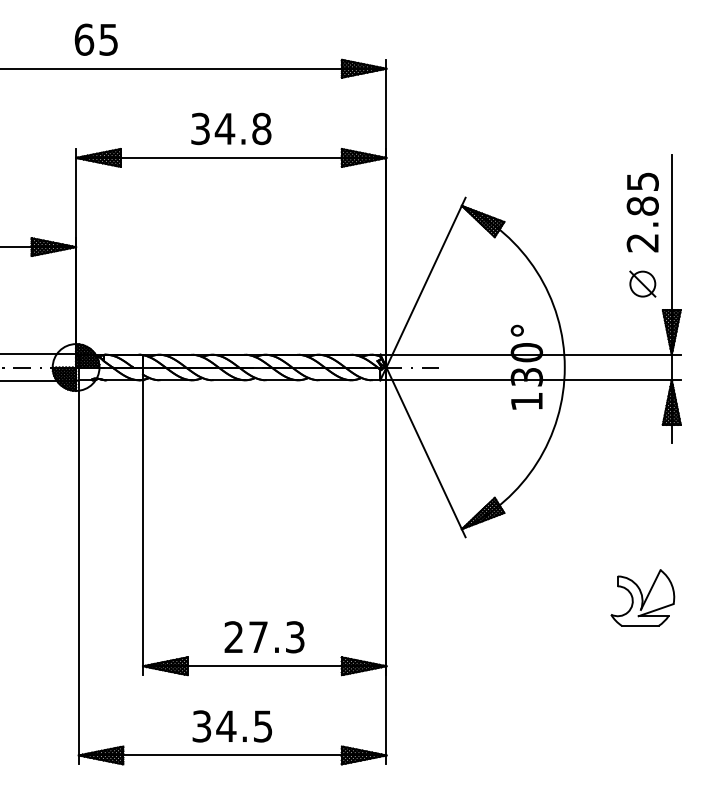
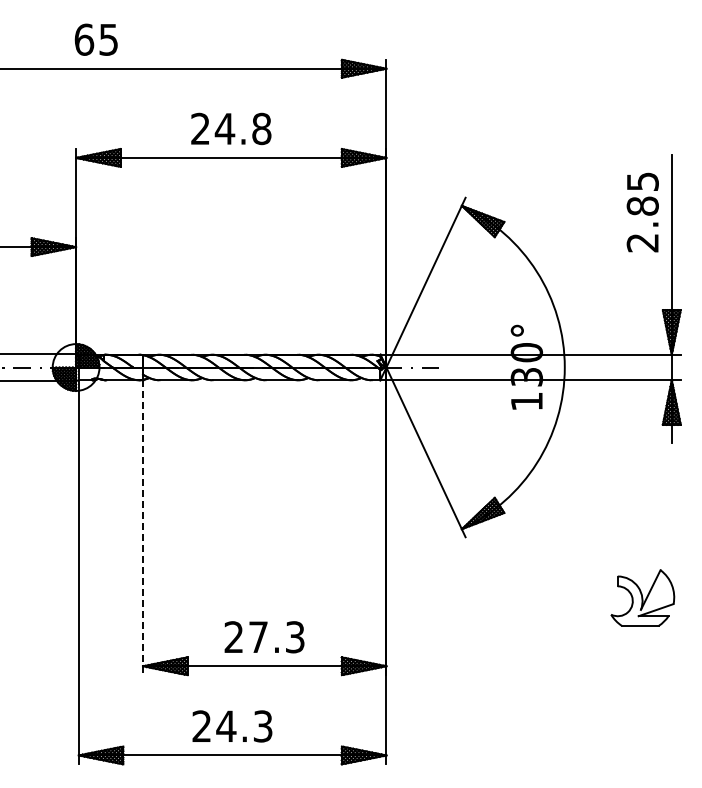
text at (200, 129): 34.8 -> 24.8
part at (642, 283): present -> none
line at (142, 528): solid -> dashed
text at (232, 726): 34.5 -> 24.3
